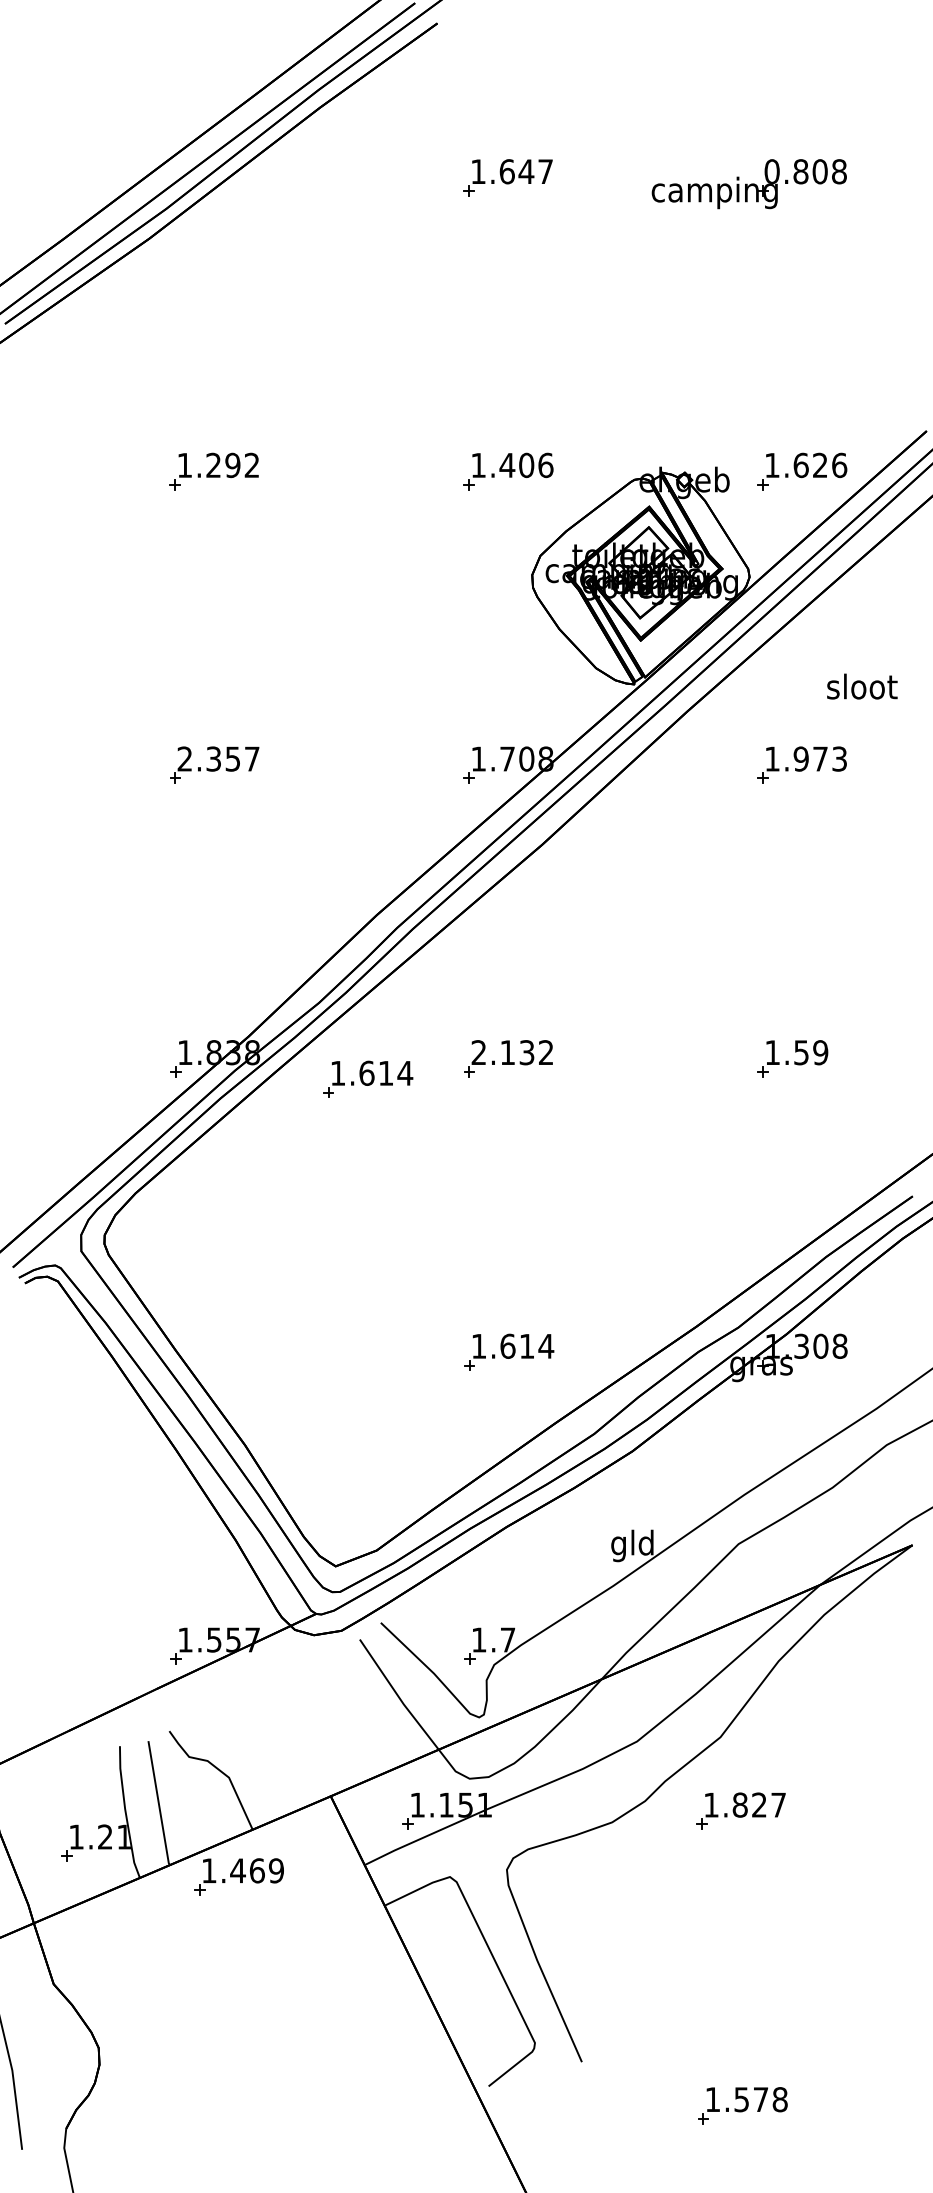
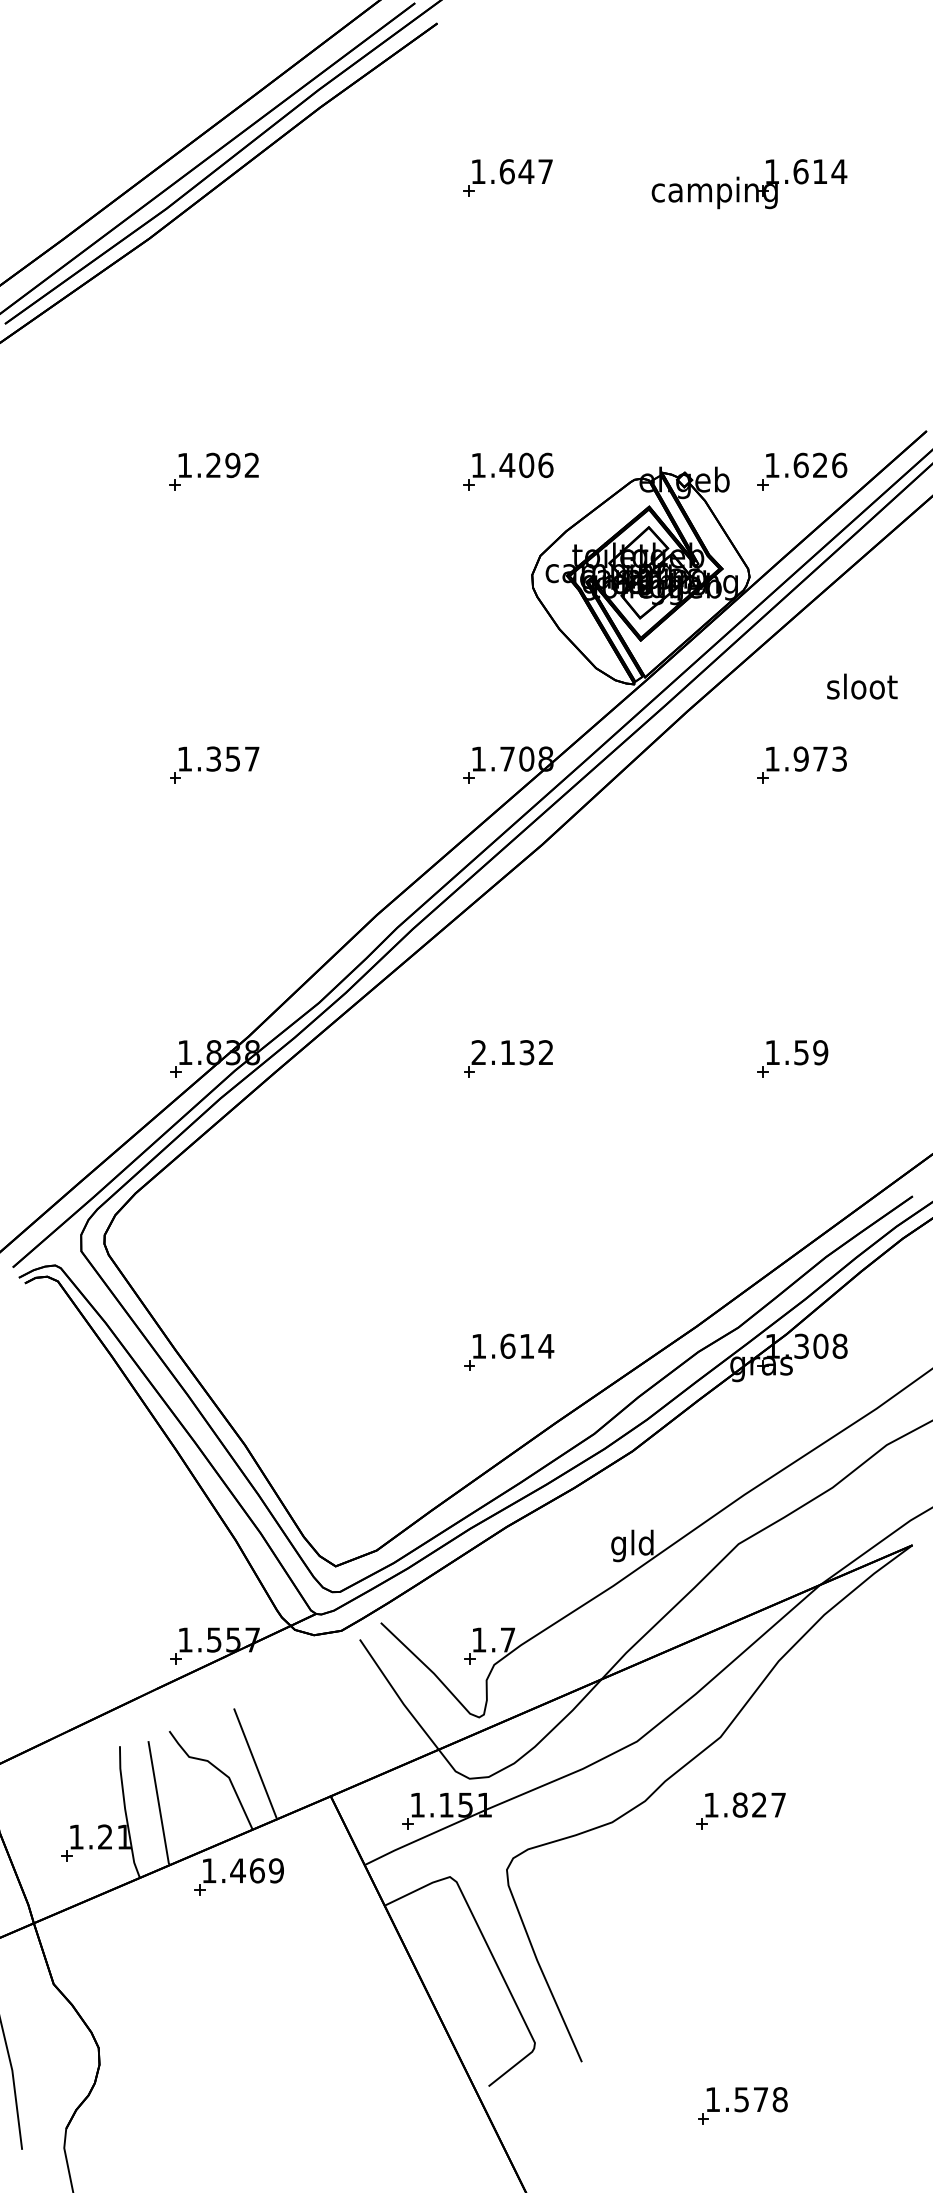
text at (805, 171): 0.808 -> 1.614
text at (184, 758): 2.357 -> 1.357
part at (368, 1078): present -> none
line at (255, 1764): none -> present
